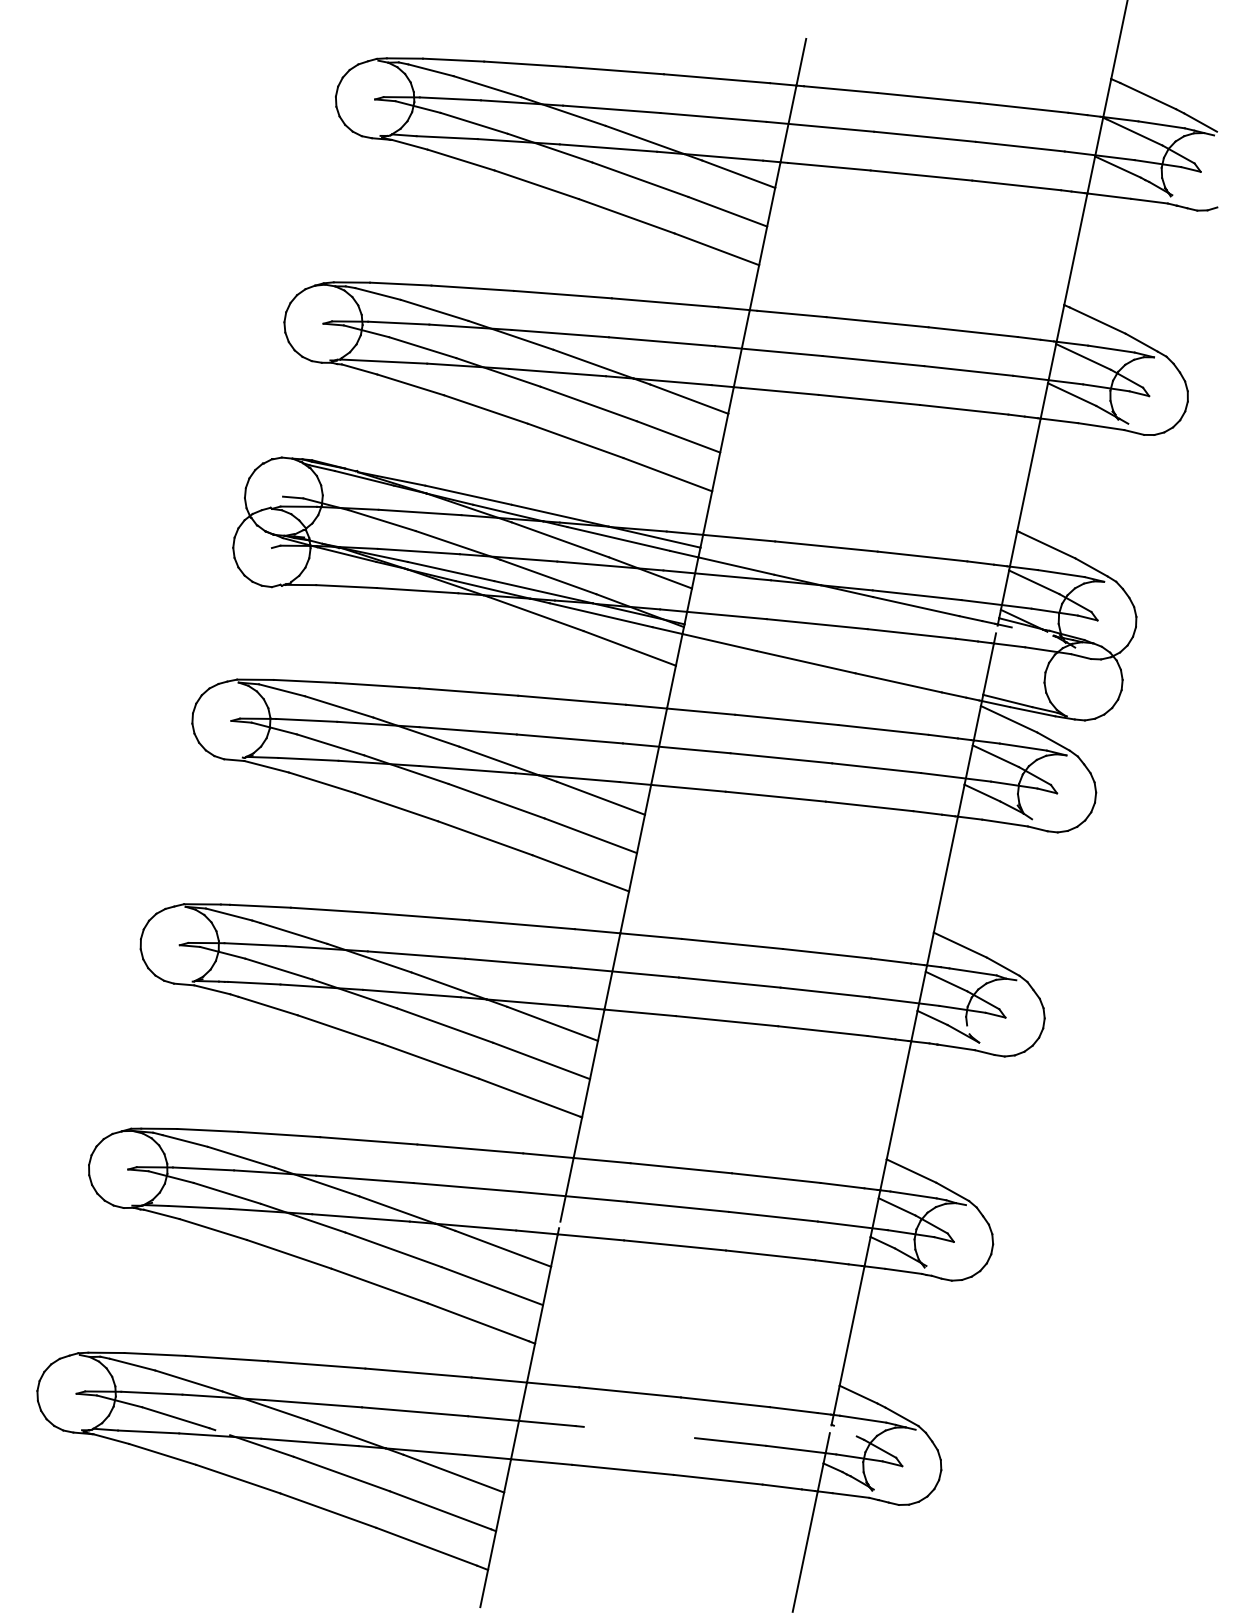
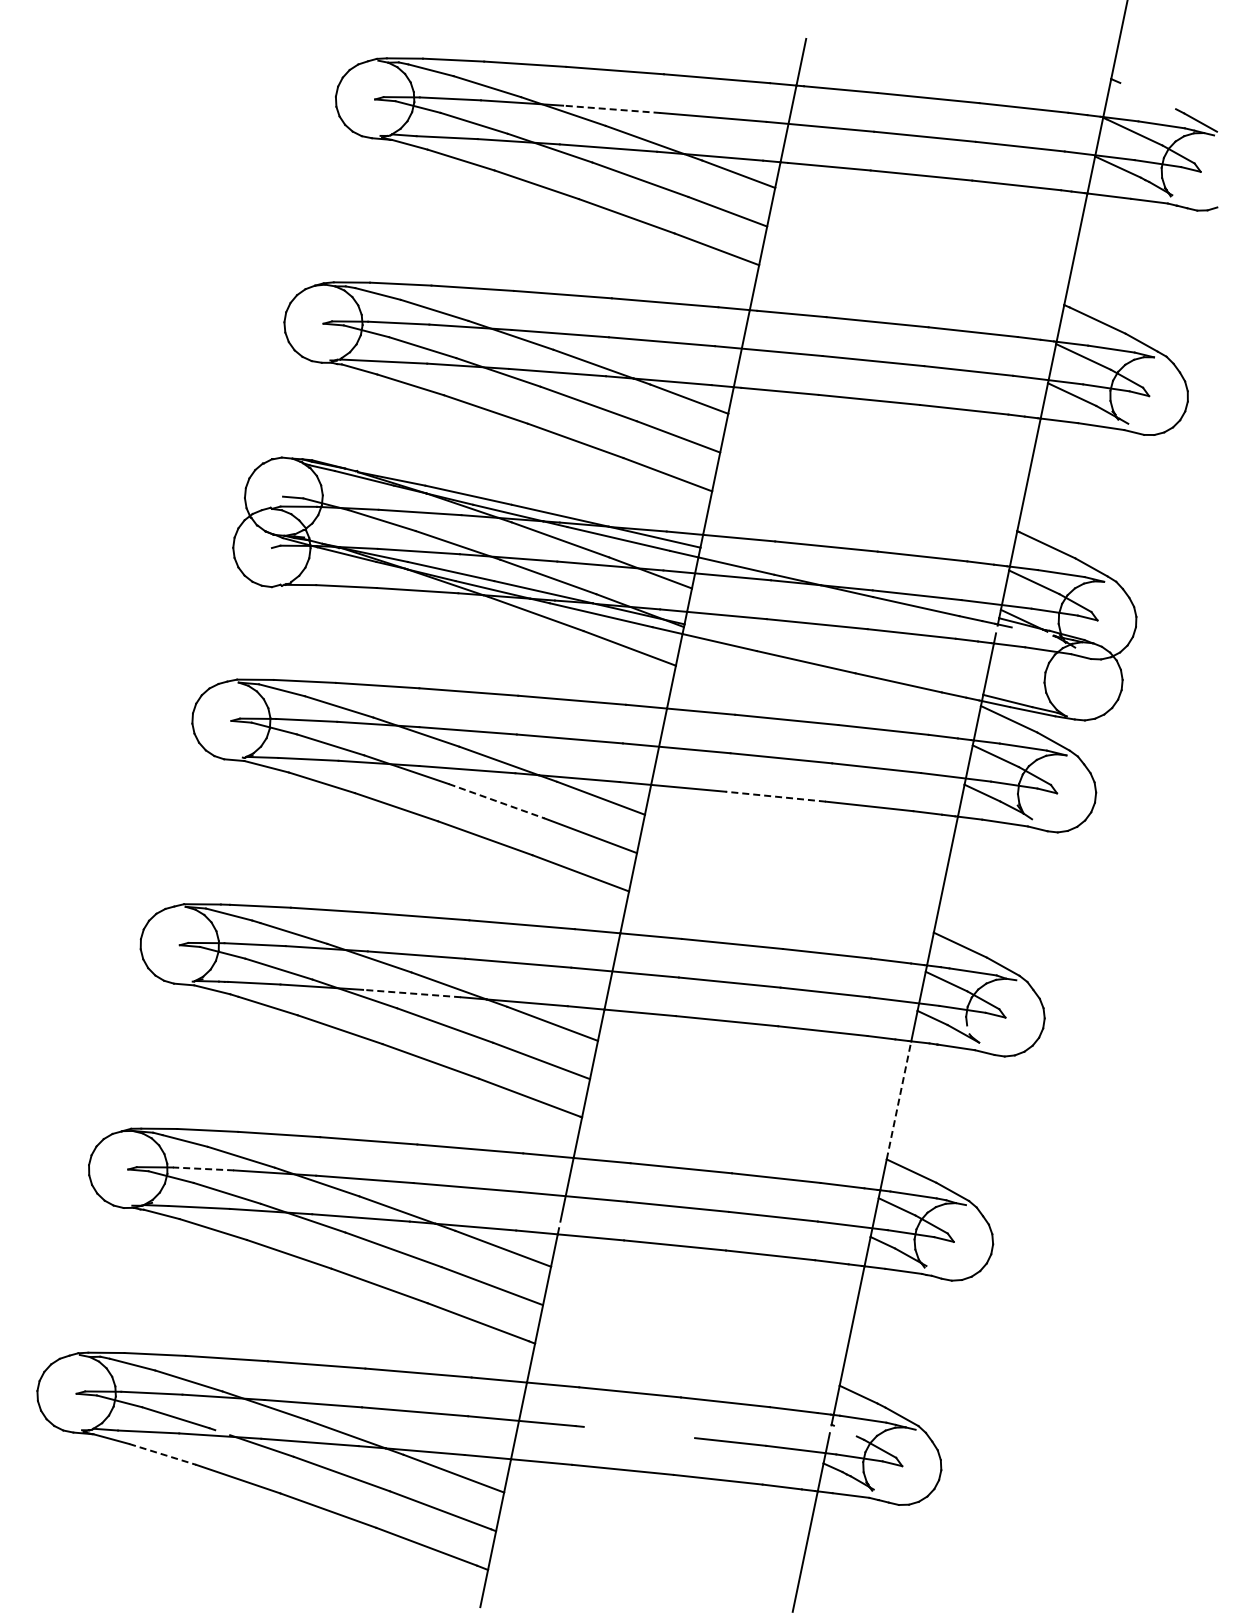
line at (1148, 95): present -> none
line at (611, 109): solid -> dashed
line at (775, 796): solid -> dashed
line at (497, 801): solid -> dashed
line at (411, 993): solid -> dashed
line at (899, 1099): solid -> dashed
line at (203, 1168): solid -> dashed
line at (163, 1454): solid -> dashed
